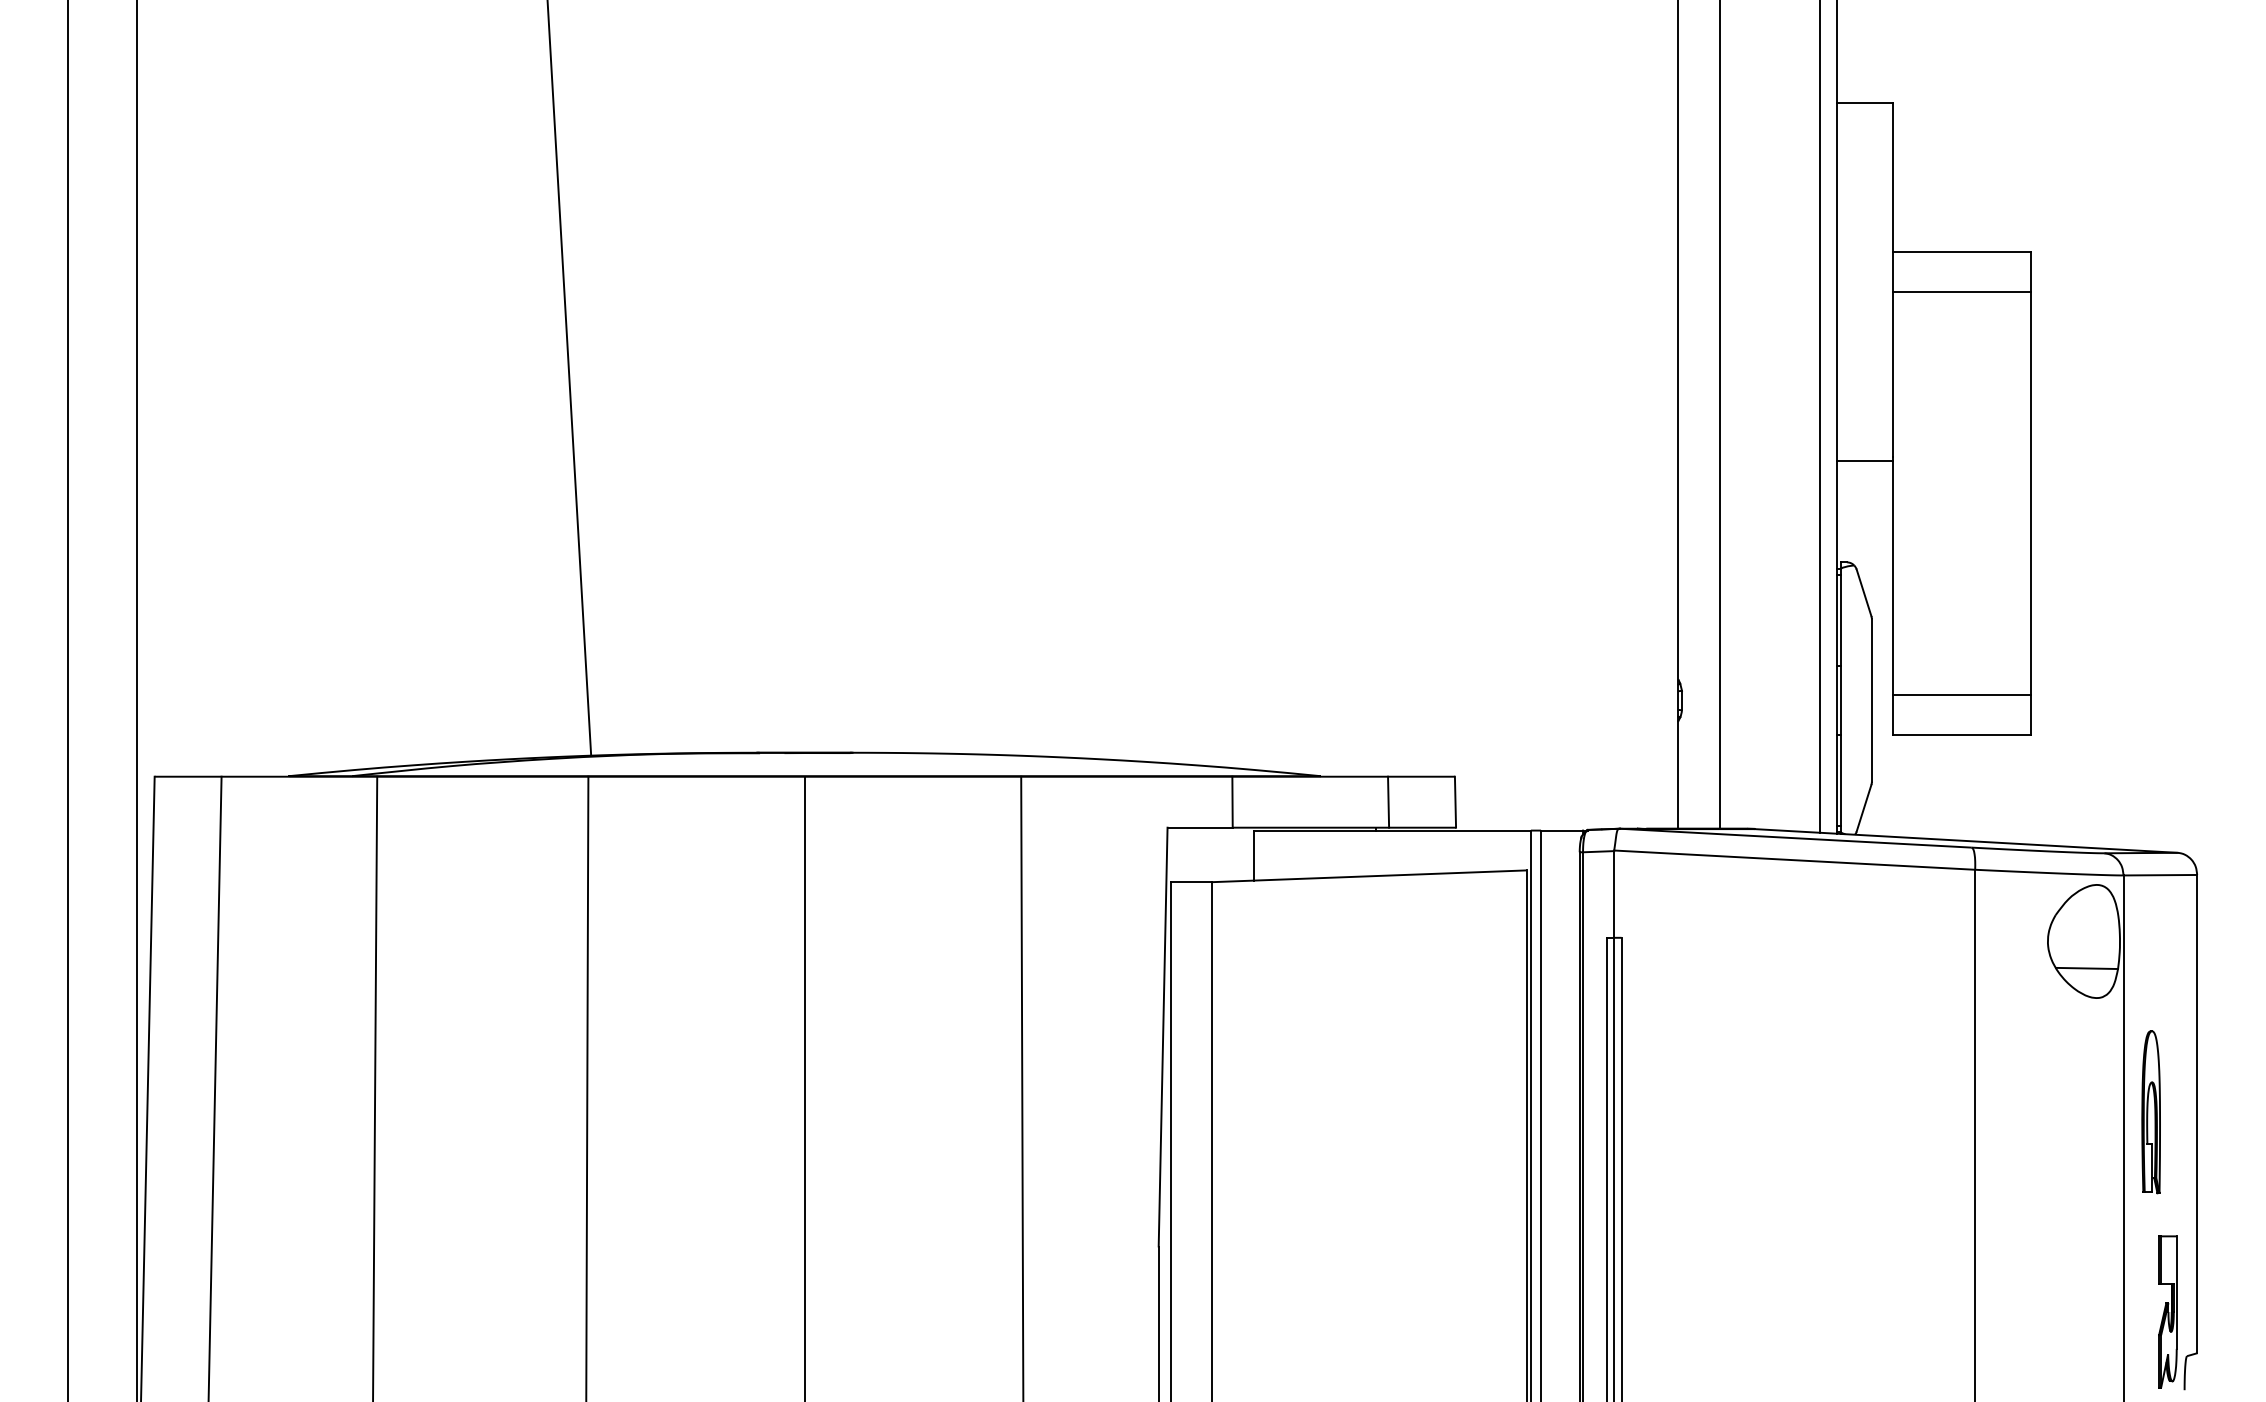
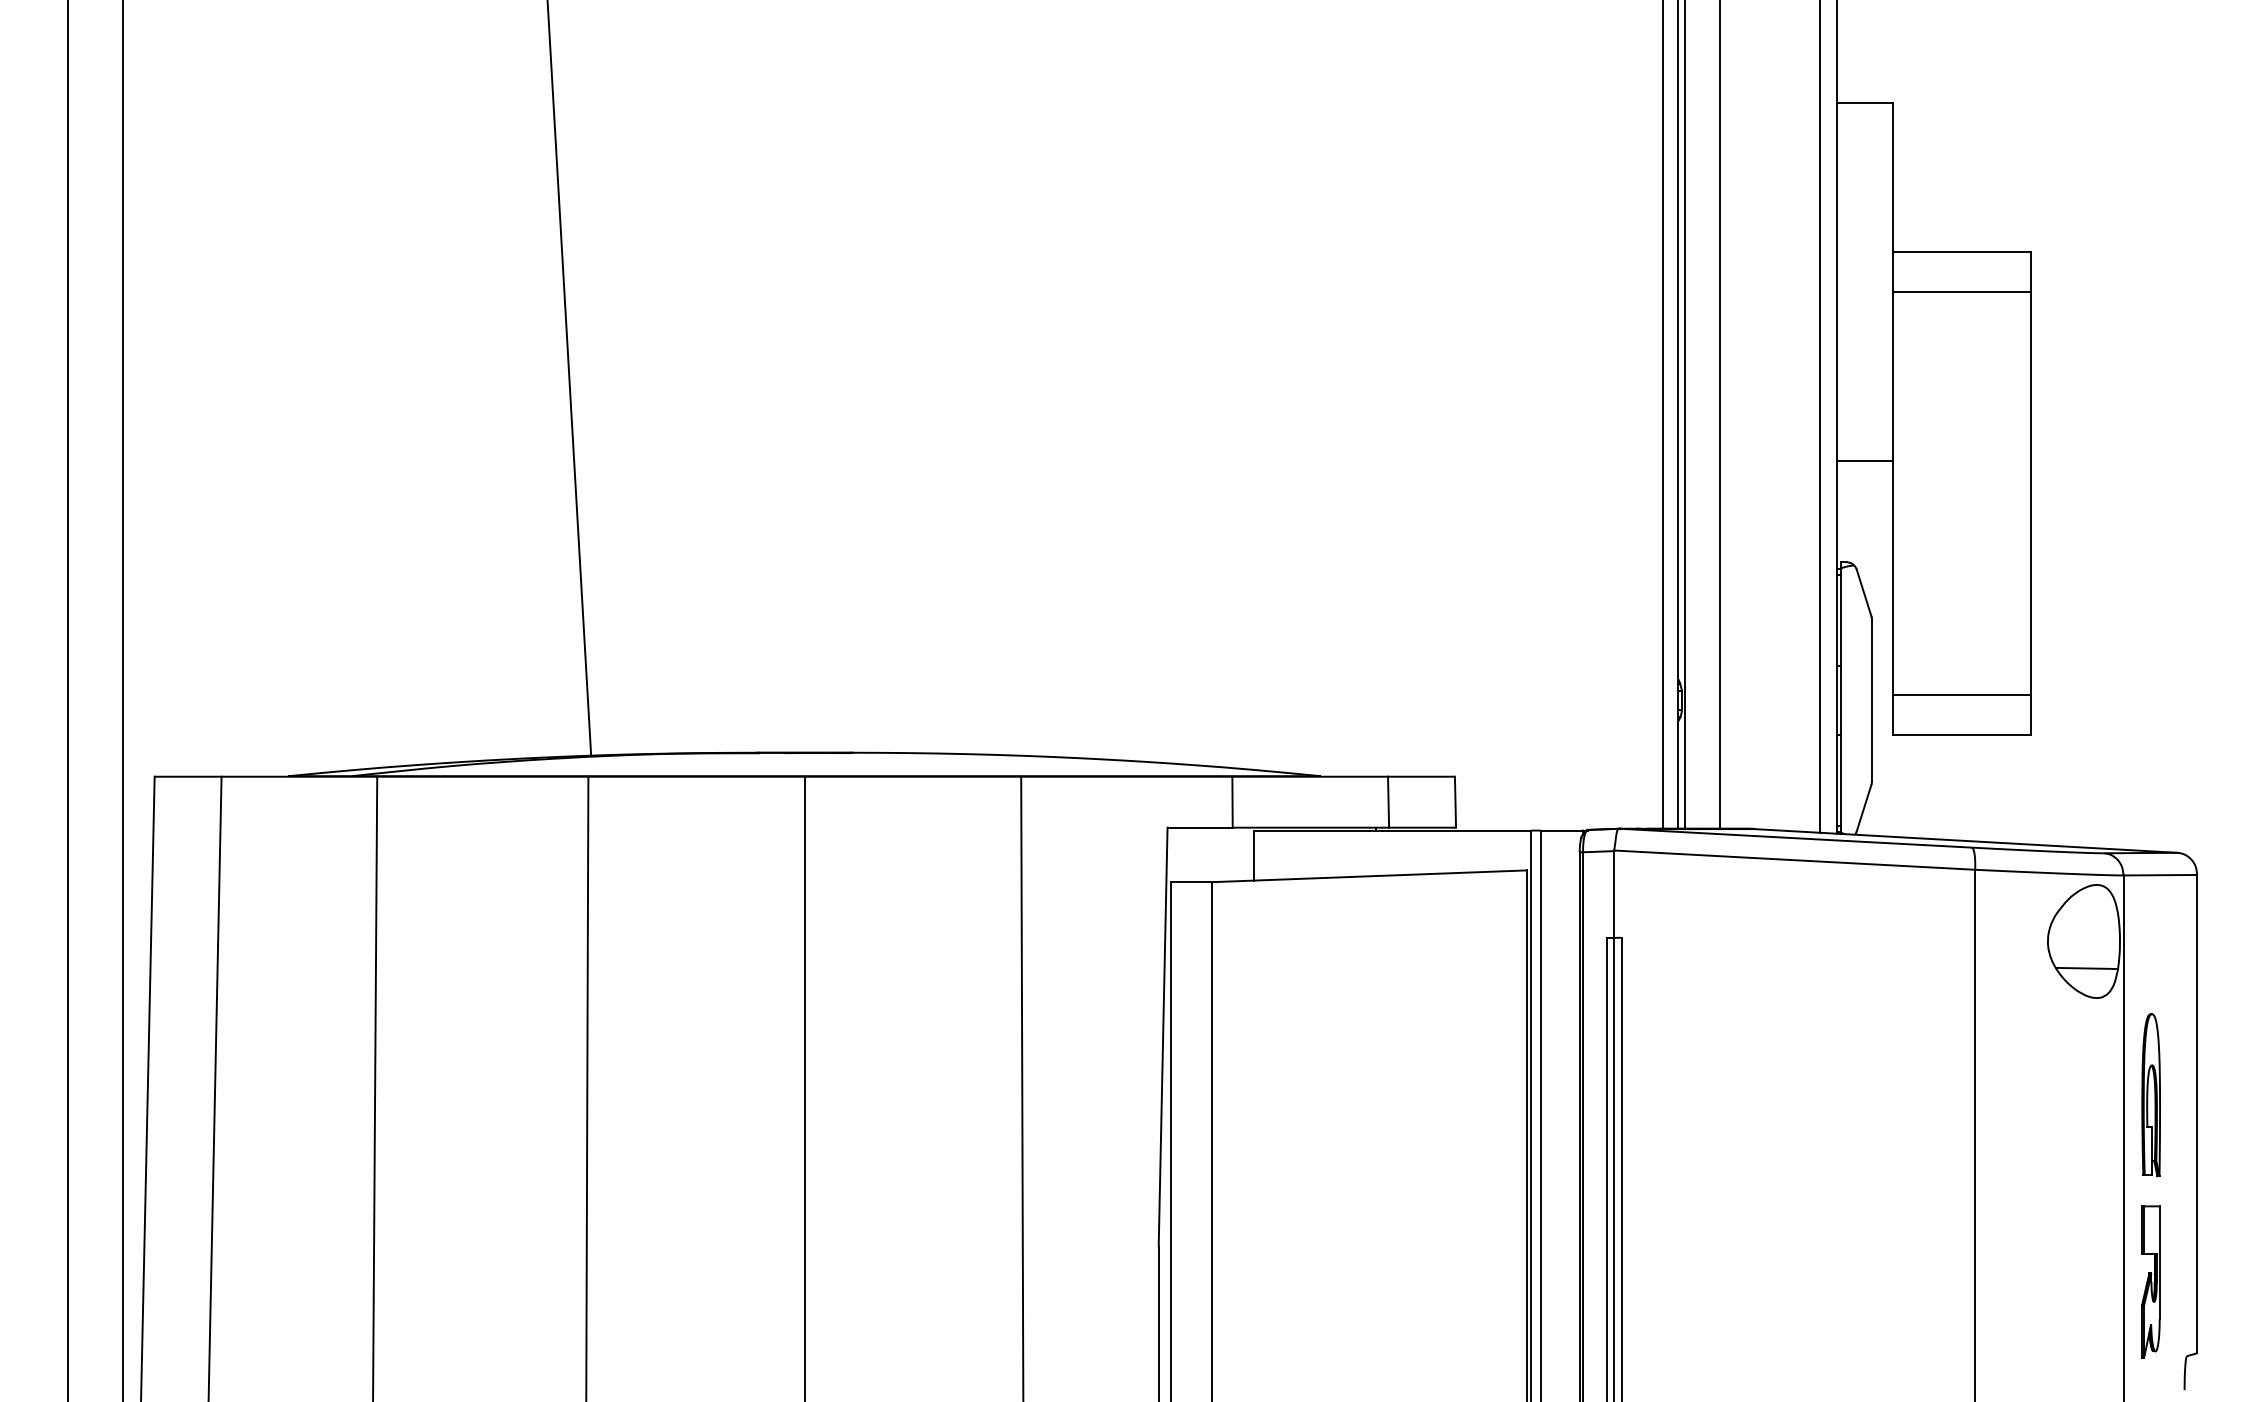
line at (1663, 415): none -> present
line at (1685, 415): none -> present
line at (137, 700) position: (137, 700) -> (123, 700)
part at (2150, 1112) position: (2150, 1112) -> (2150, 1095)
part at (2167, 1311) position: (2167, 1311) -> (2150, 1281)
